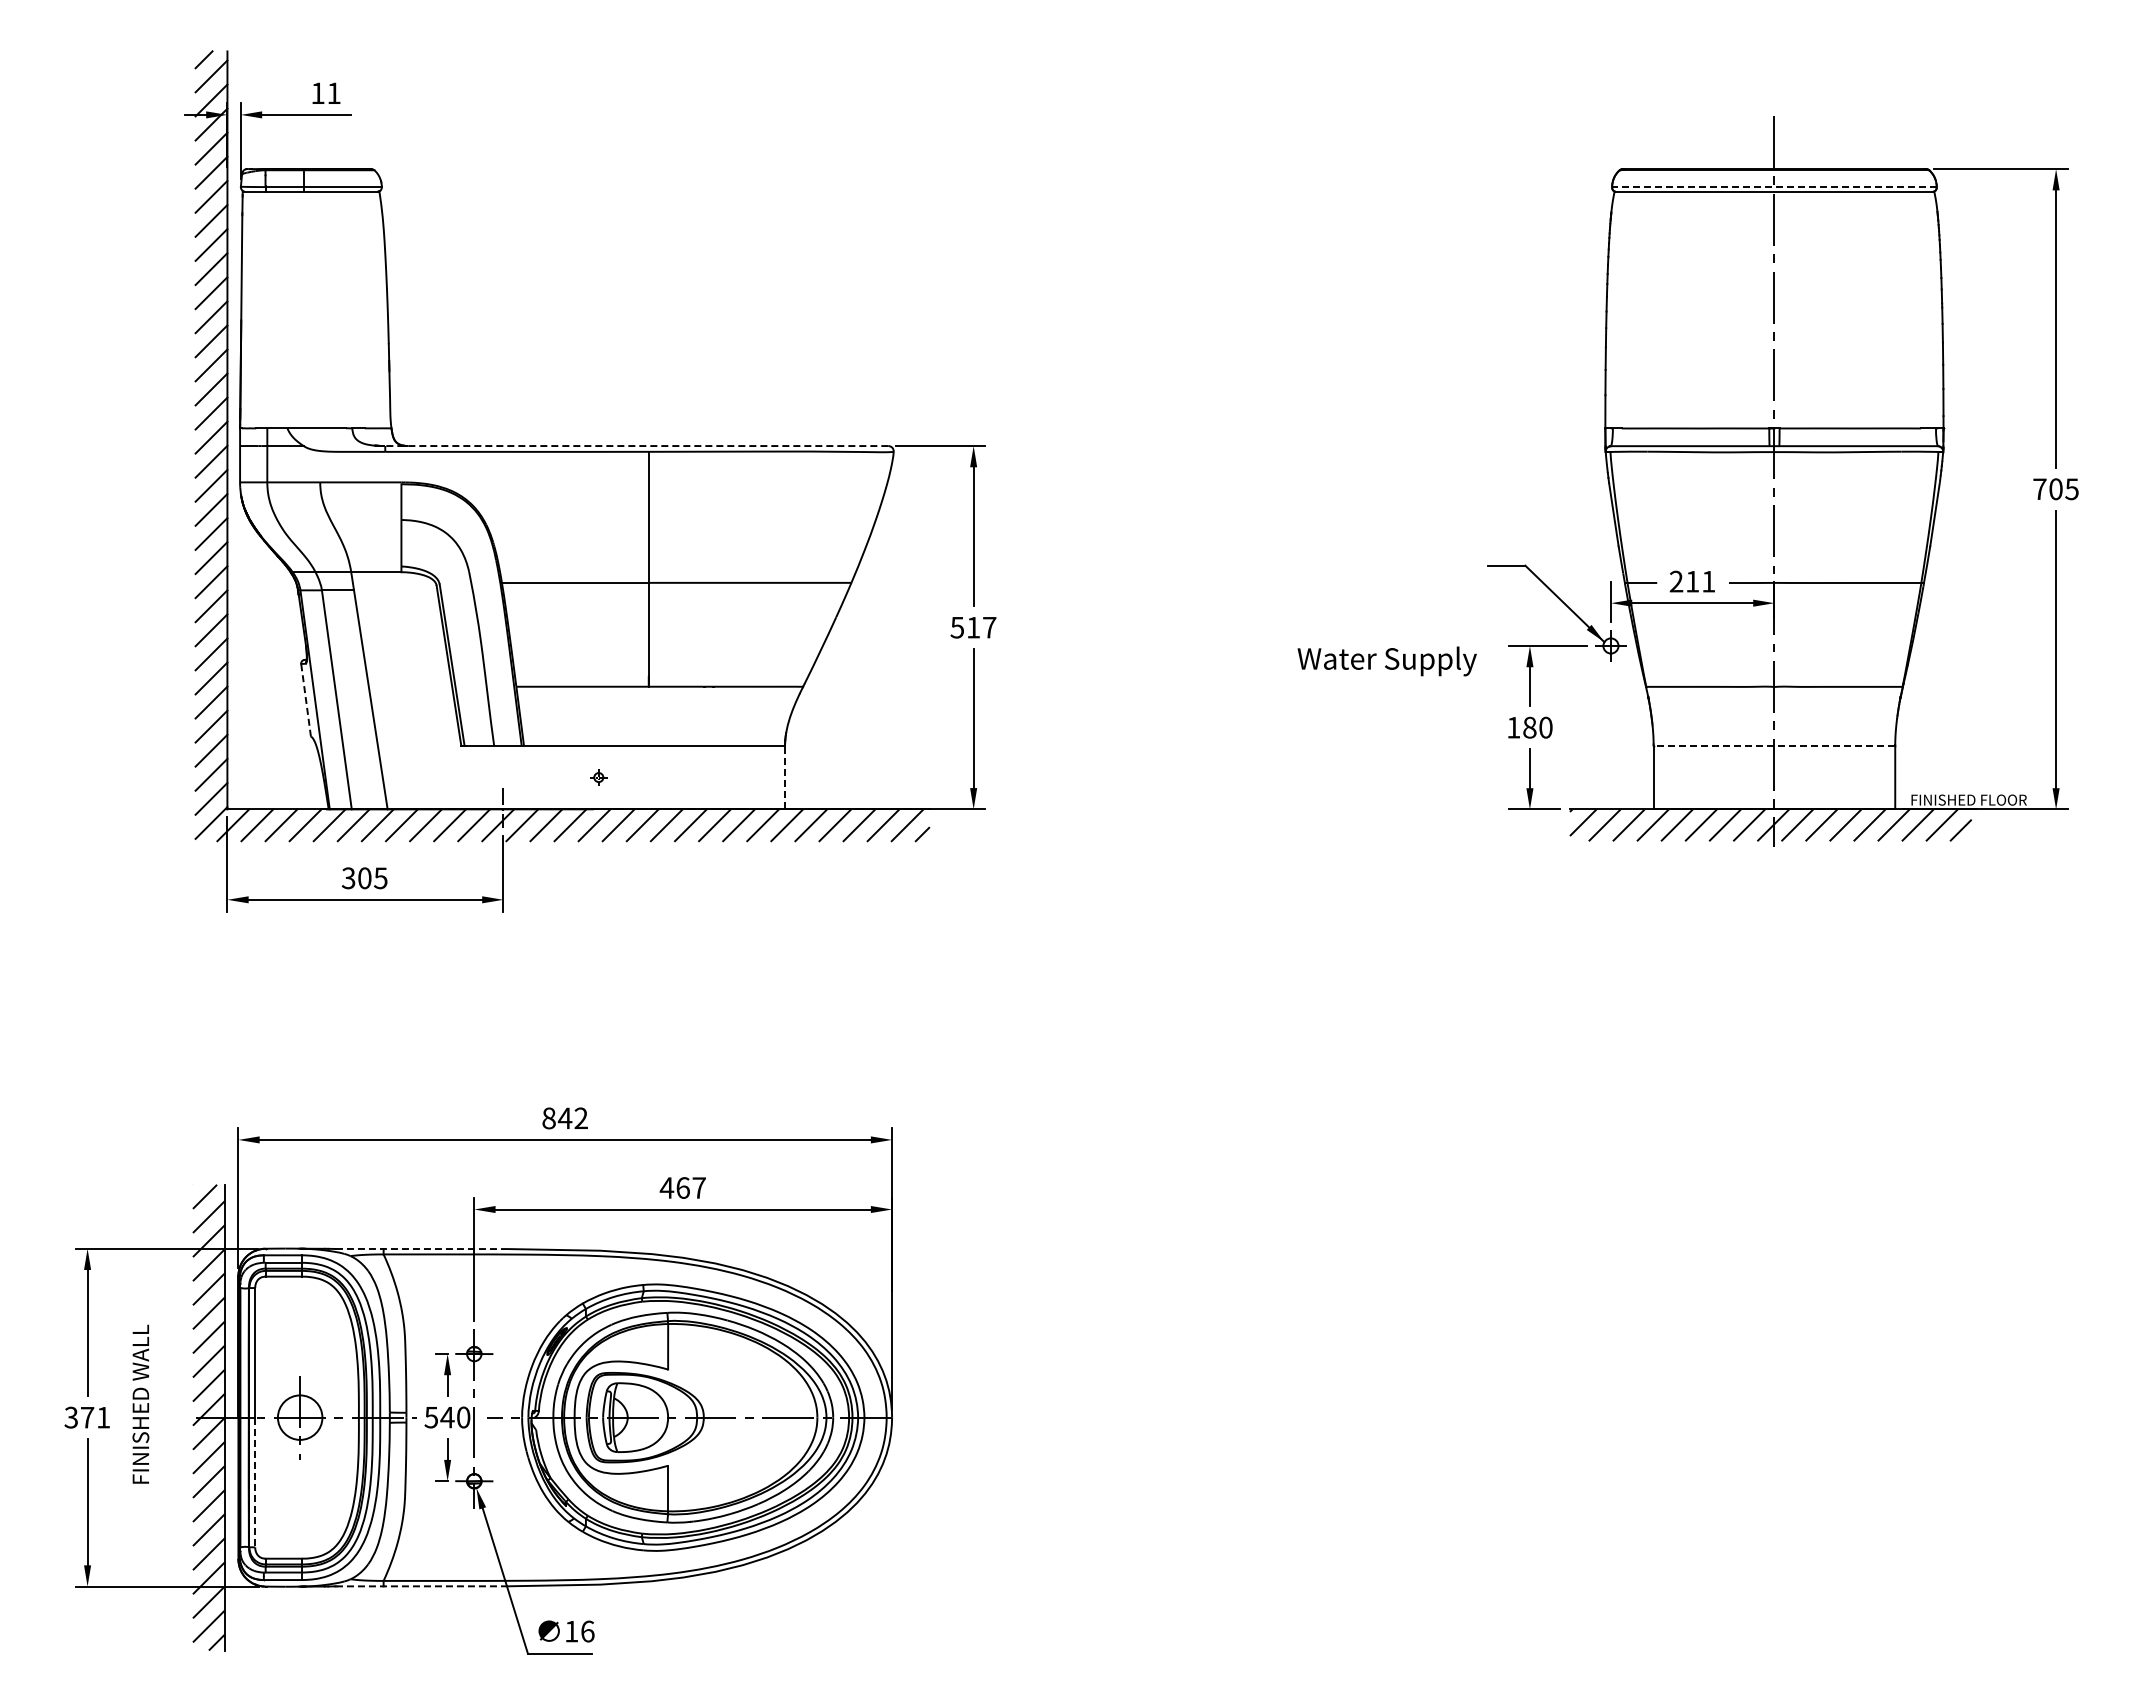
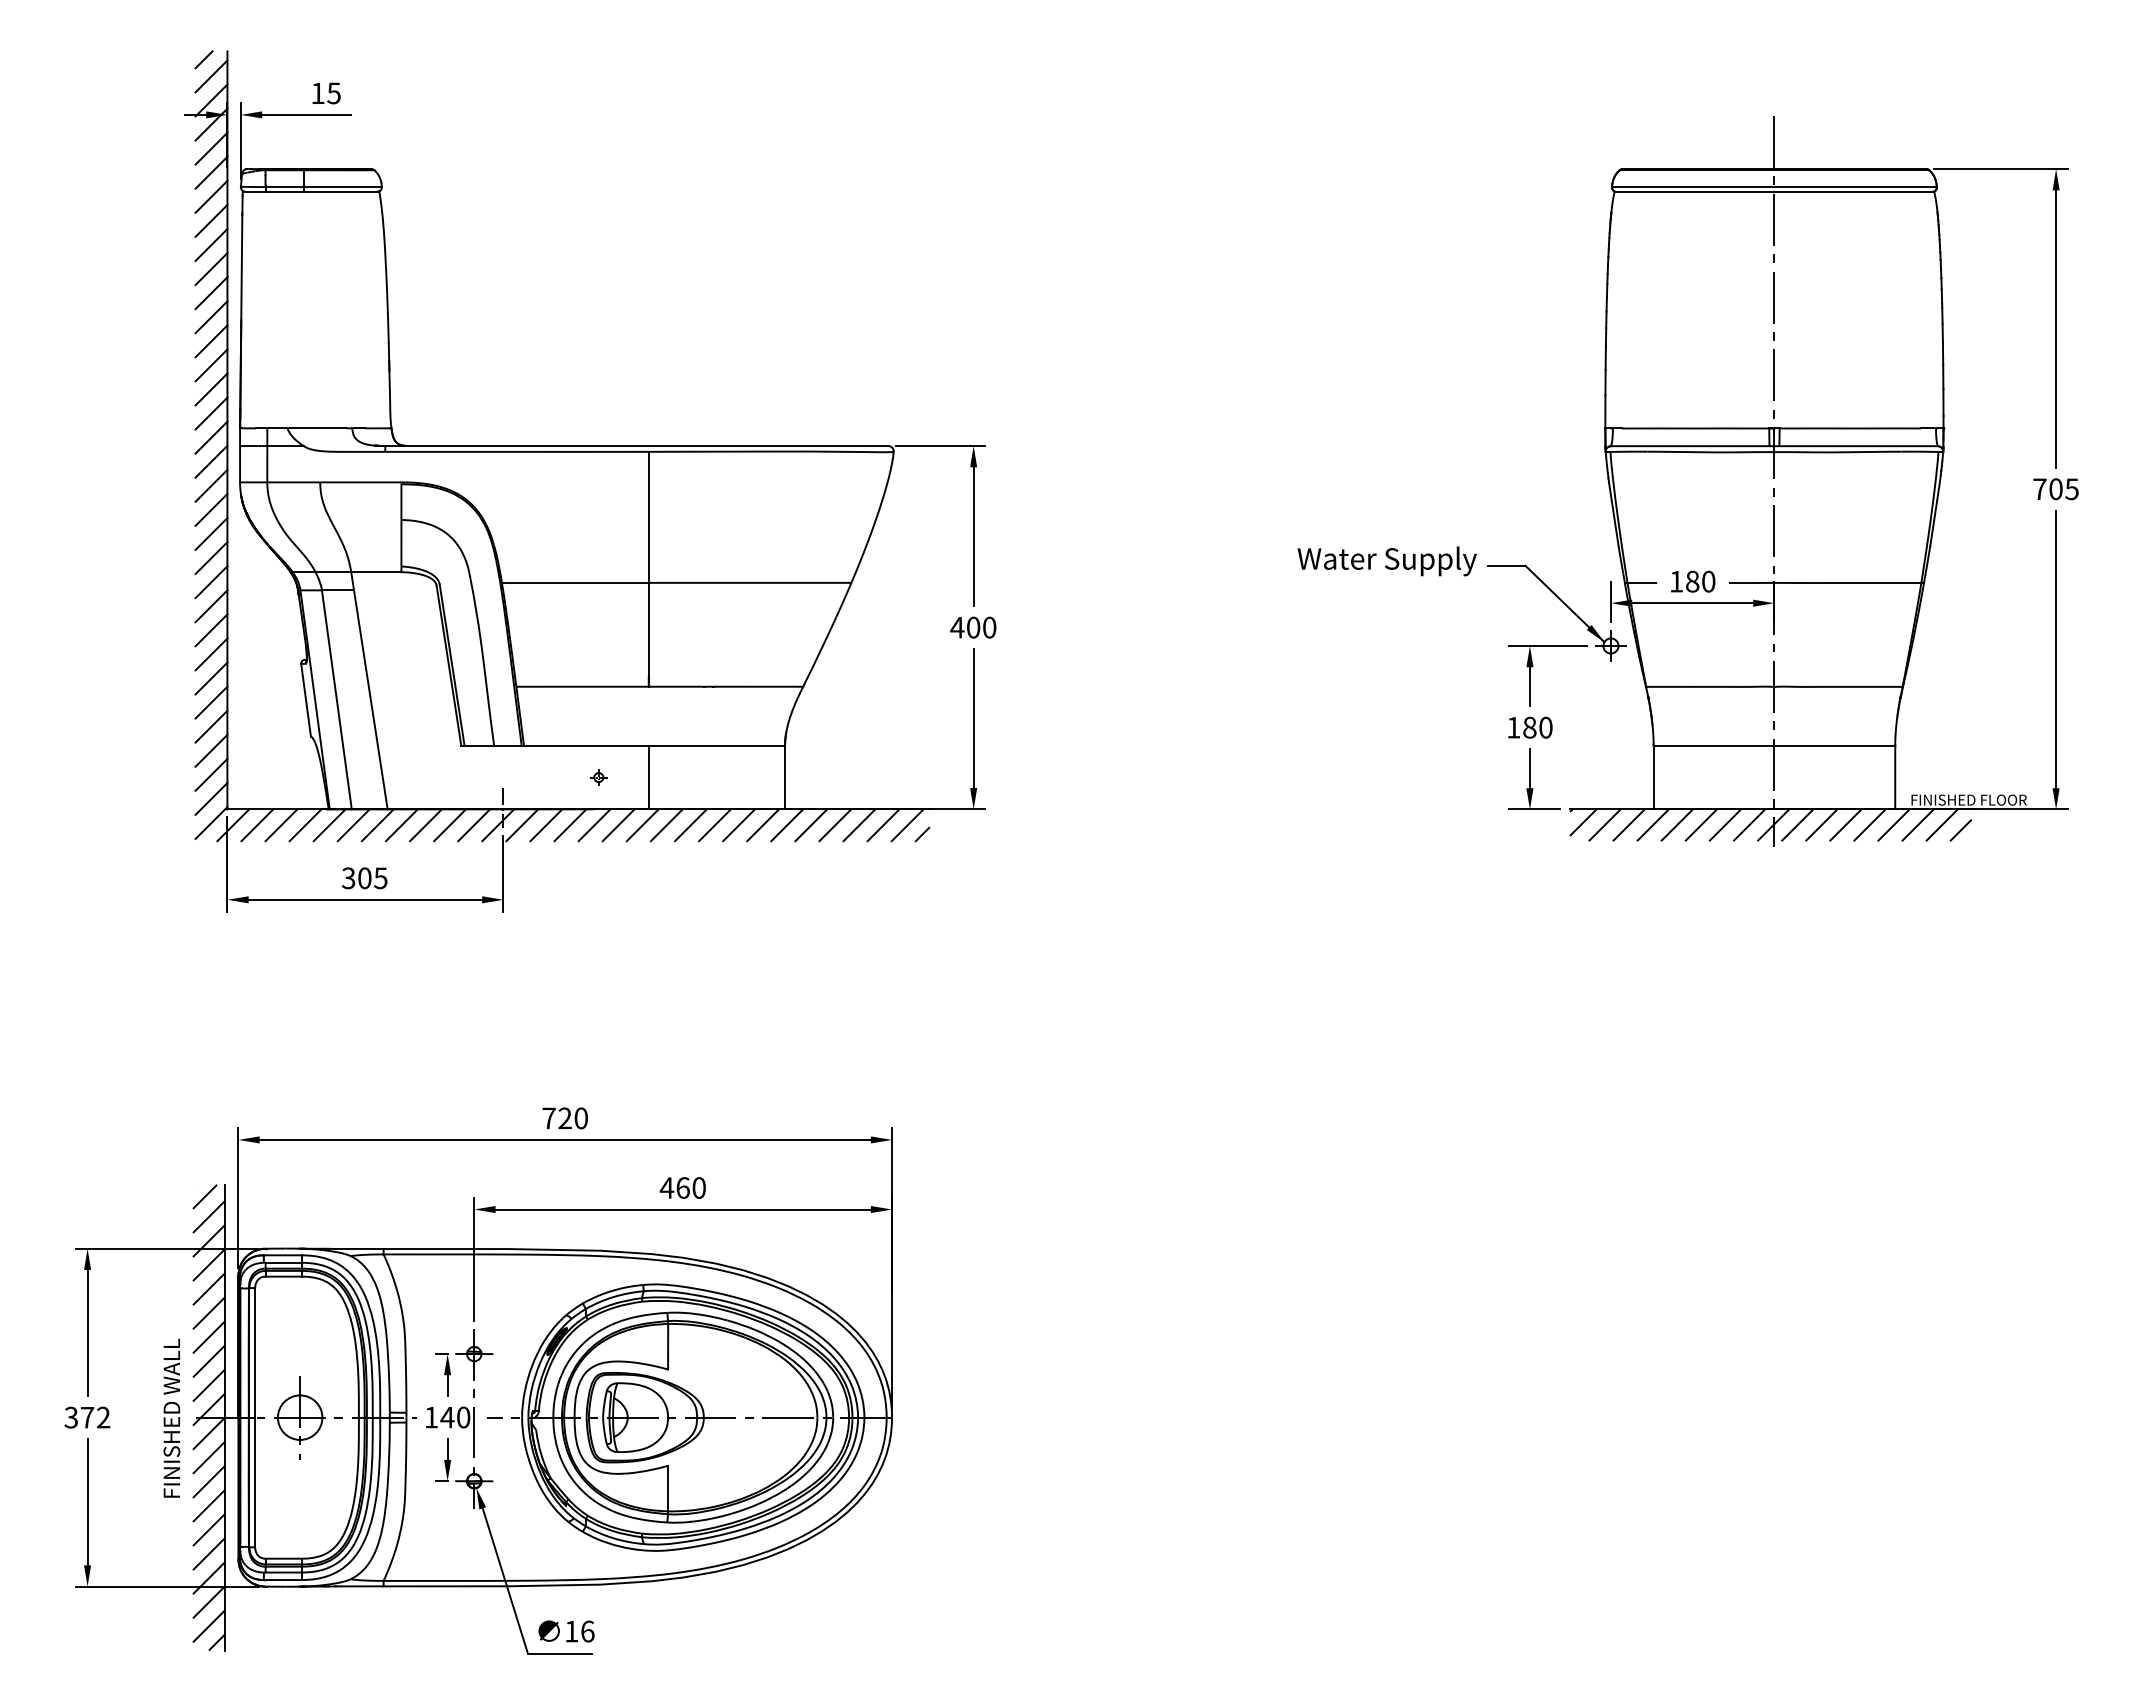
text at (333, 93): 11 -> 15
line at (1773, 187): dashed -> solid
line at (635, 446): dashed -> solid
text at (1692, 581): 211 -> 180
text at (973, 627): 517 -> 400
text at (1386, 661) position: (1386, 661) -> (1386, 561)
line at (306, 700): dashed -> solid
line at (1774, 745): dashed -> solid
line at (648, 777): none -> present
line at (785, 777): dashed -> solid
text at (564, 1118): 842 -> 720
text at (698, 1187): 467 -> 460
line at (422, 1249): dashed -> solid
text at (140, 1403) position: (140, 1403) -> (171, 1417)
text at (103, 1417): 371 -> 372
text at (430, 1417): 540 -> 140
line at (255, 1482): dashed -> solid
line at (422, 1586): dashed -> solid
